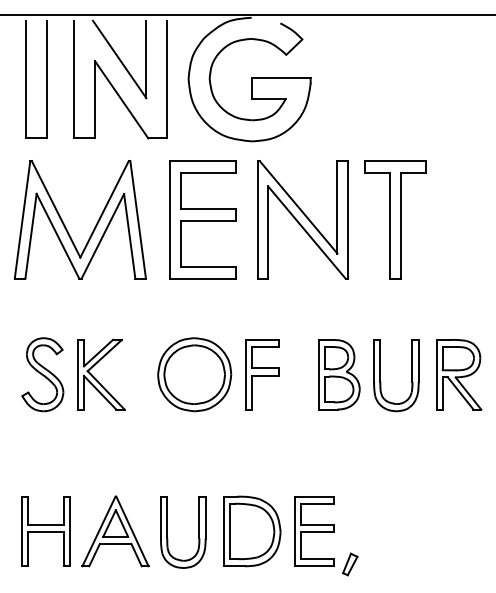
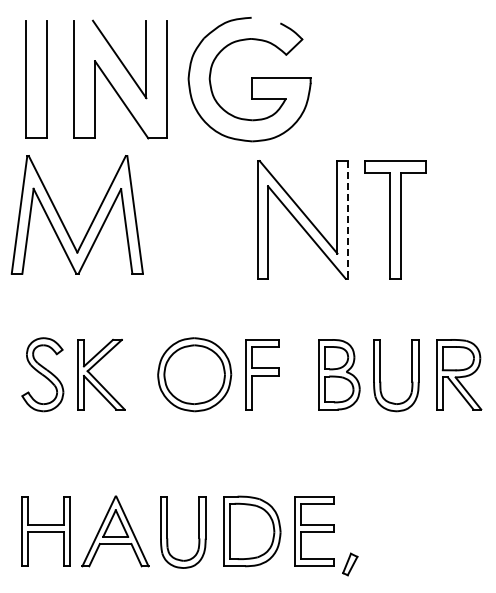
line at (247, 14): present -> none
part at (202, 219): present -> none
line at (348, 219): solid -> dashed
part at (65, 225) position: (65, 225) -> (62, 220)
